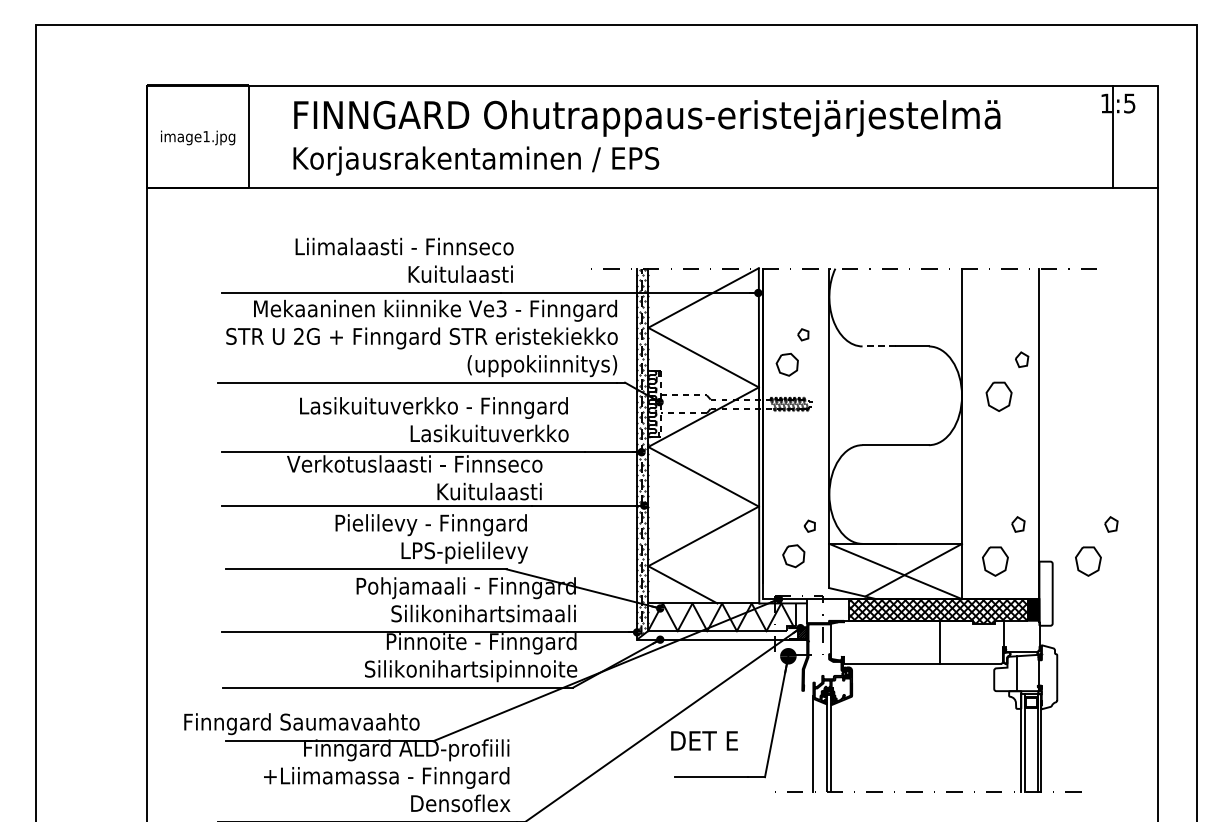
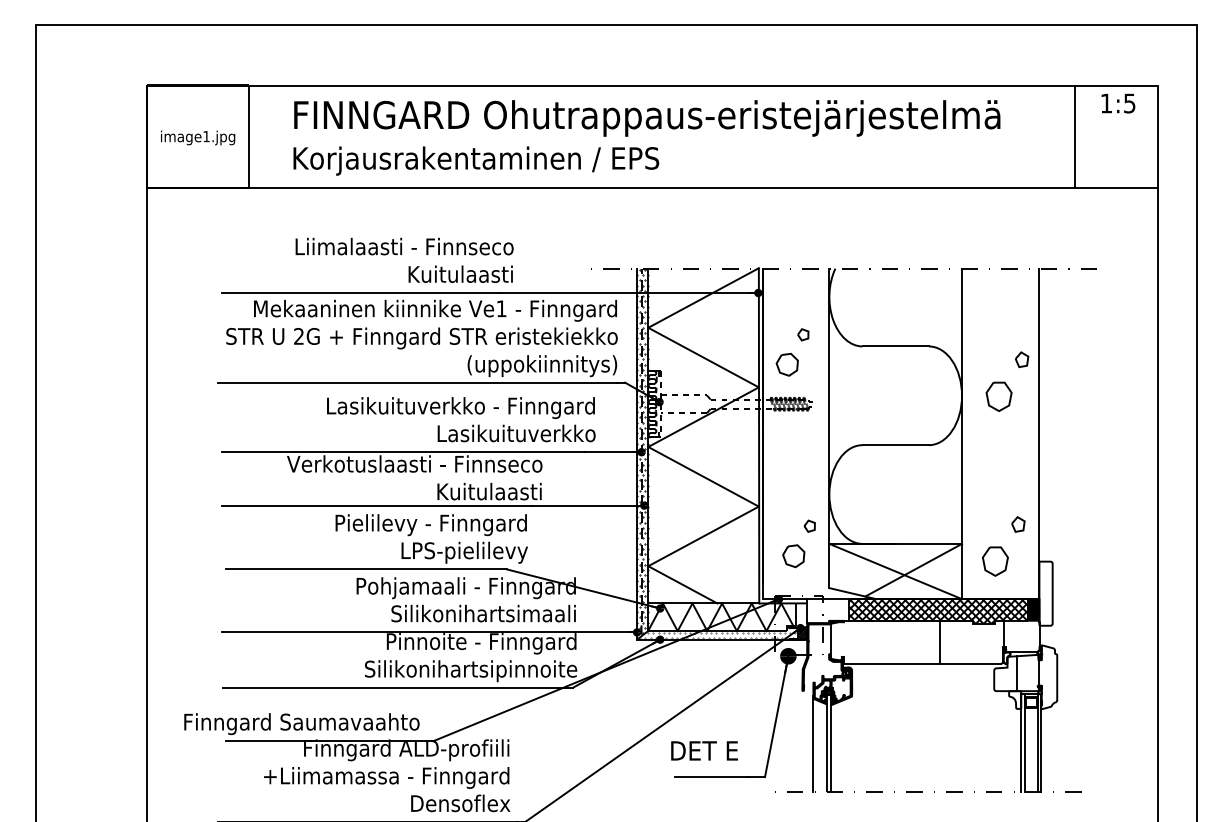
line at (1112, 136) position: (1112, 136) -> (1074, 136)
text at (501, 308): Ve3 -> Ve1
line at (879, 346): dashed -> solid
text at (434, 419) position: (434, 419) -> (461, 419)
part at (1096, 546): present -> none
hatch at (722, 635): none -> present
text at (704, 740) position: (704, 740) -> (704, 750)
